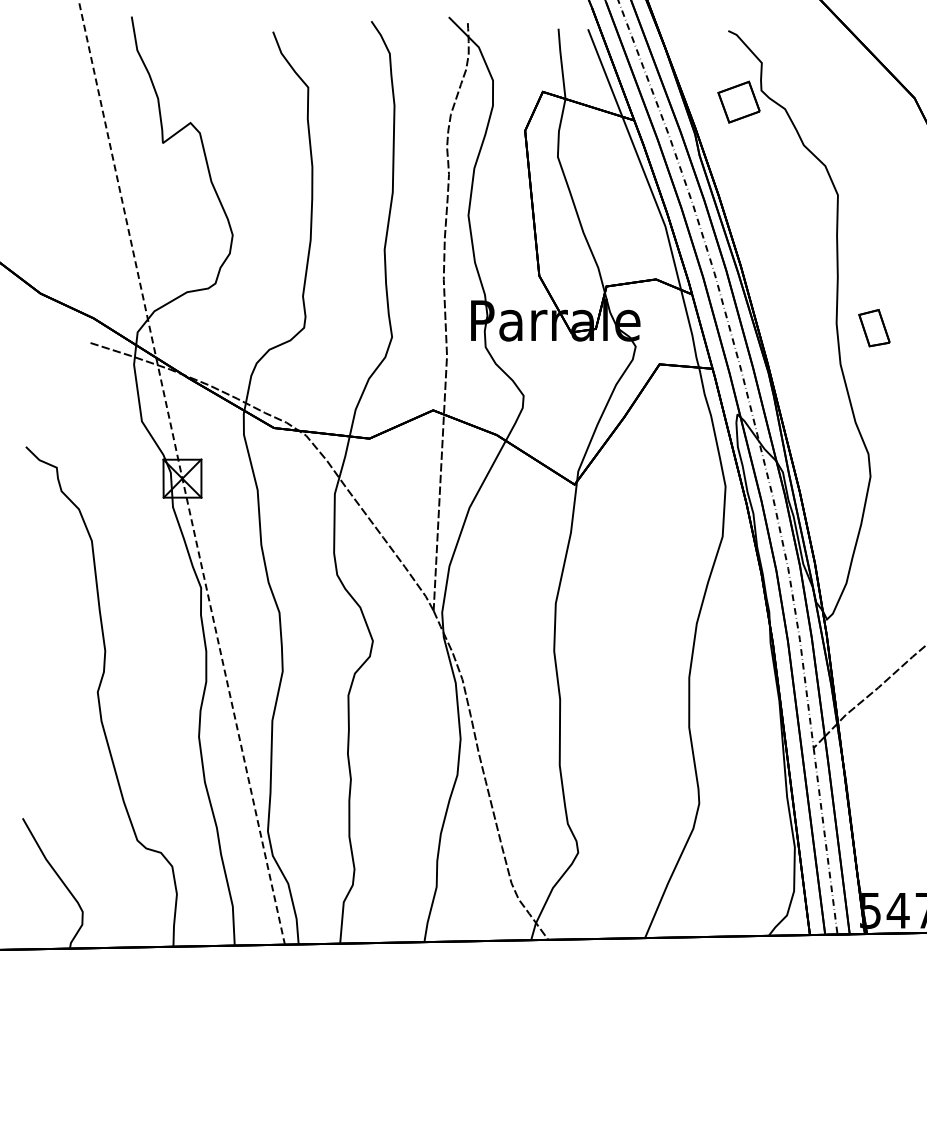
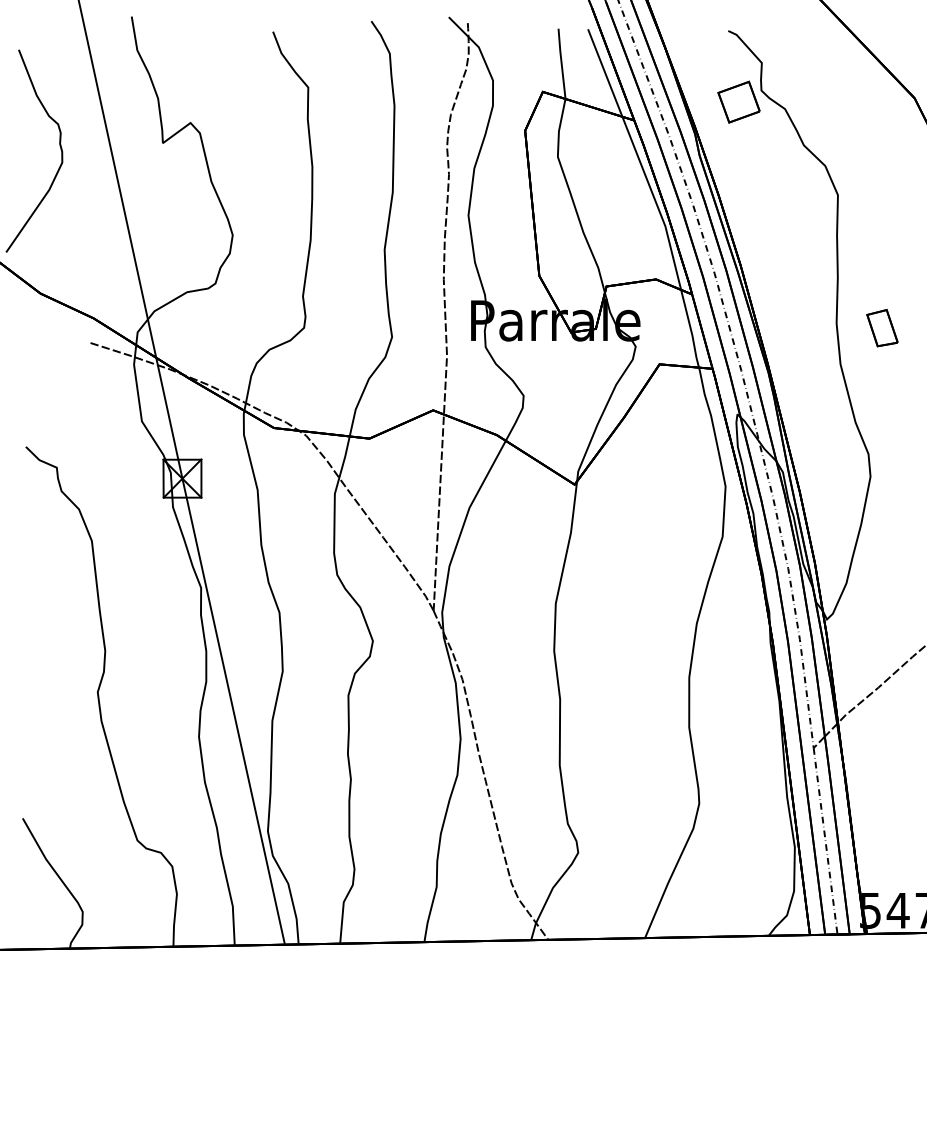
curve at (59, 146): none -> present
part at (874, 328) position: (874, 328) -> (882, 328)
line at (181, 473): dashed -> solid
